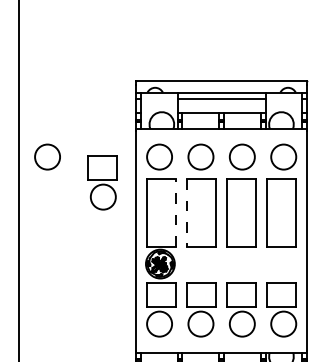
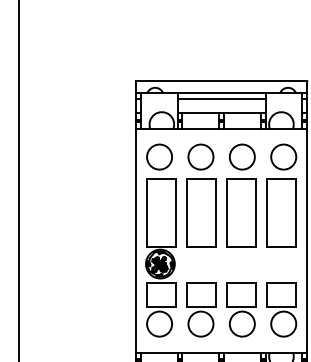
circle at (47, 156): present -> none
part at (102, 182): present -> none
line at (176, 212): dashed -> solid
line at (187, 212): dashed -> solid
